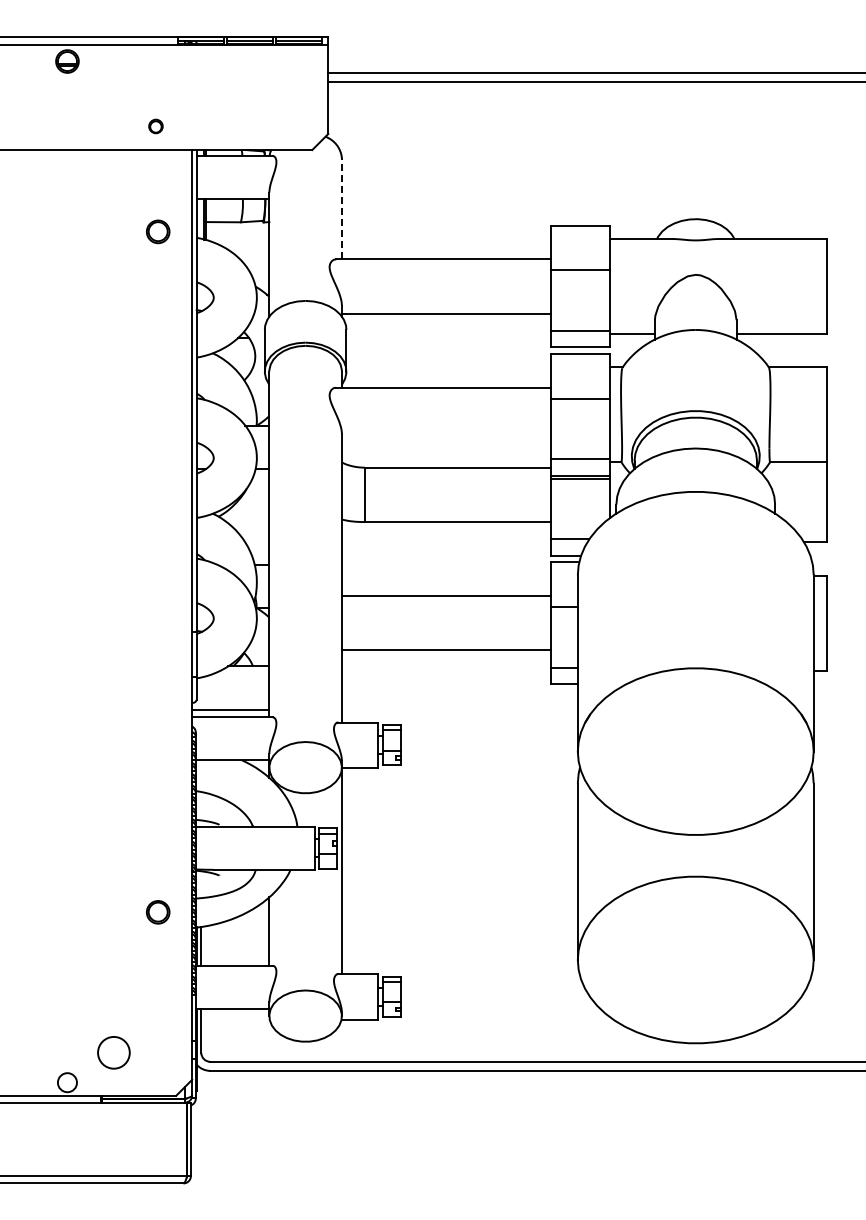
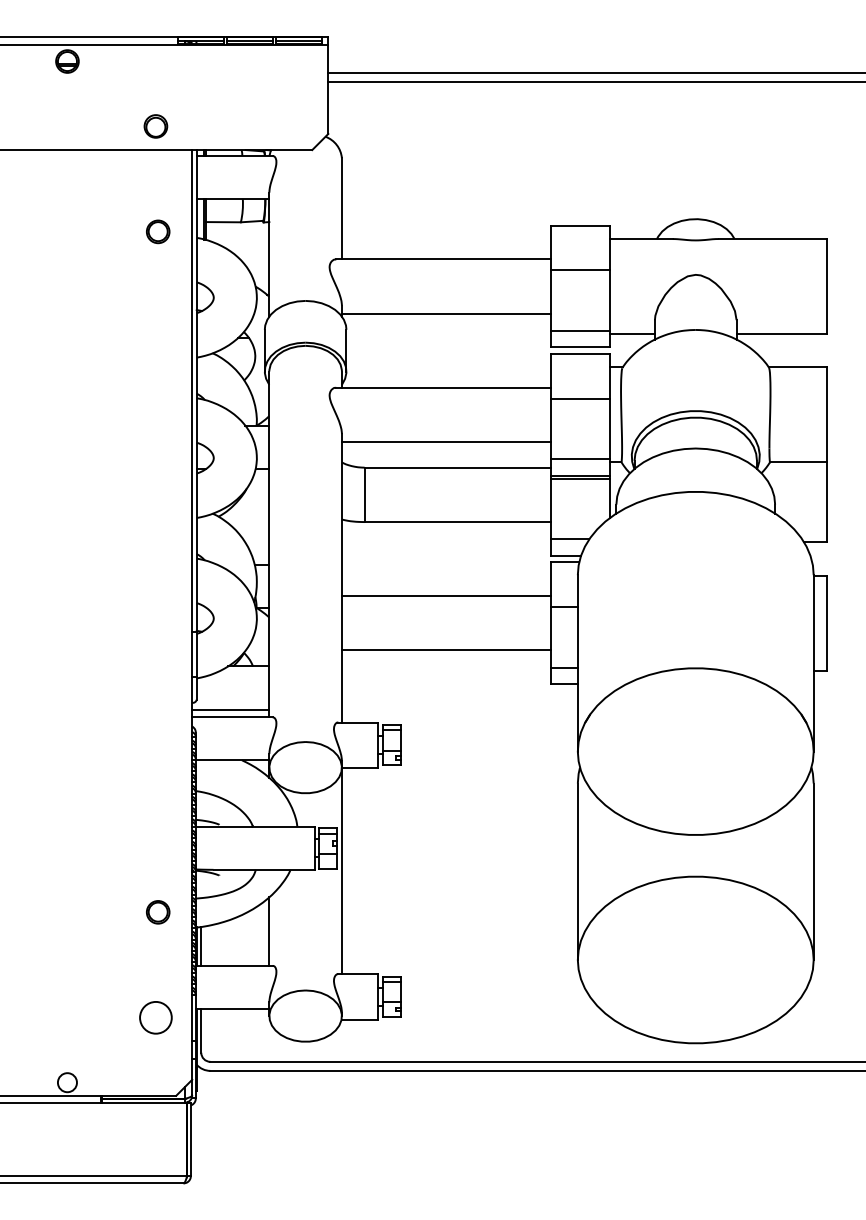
part at (155, 126) size: 16x17 px -> 26x25 px
line at (341, 208): dashed -> solid
line at (445, 442): none -> present
circle at (113, 1052) position: (113, 1052) -> (155, 1017)
